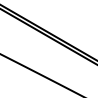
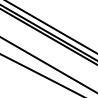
line at (51, 27): none -> present
line at (48, 64): none -> present
